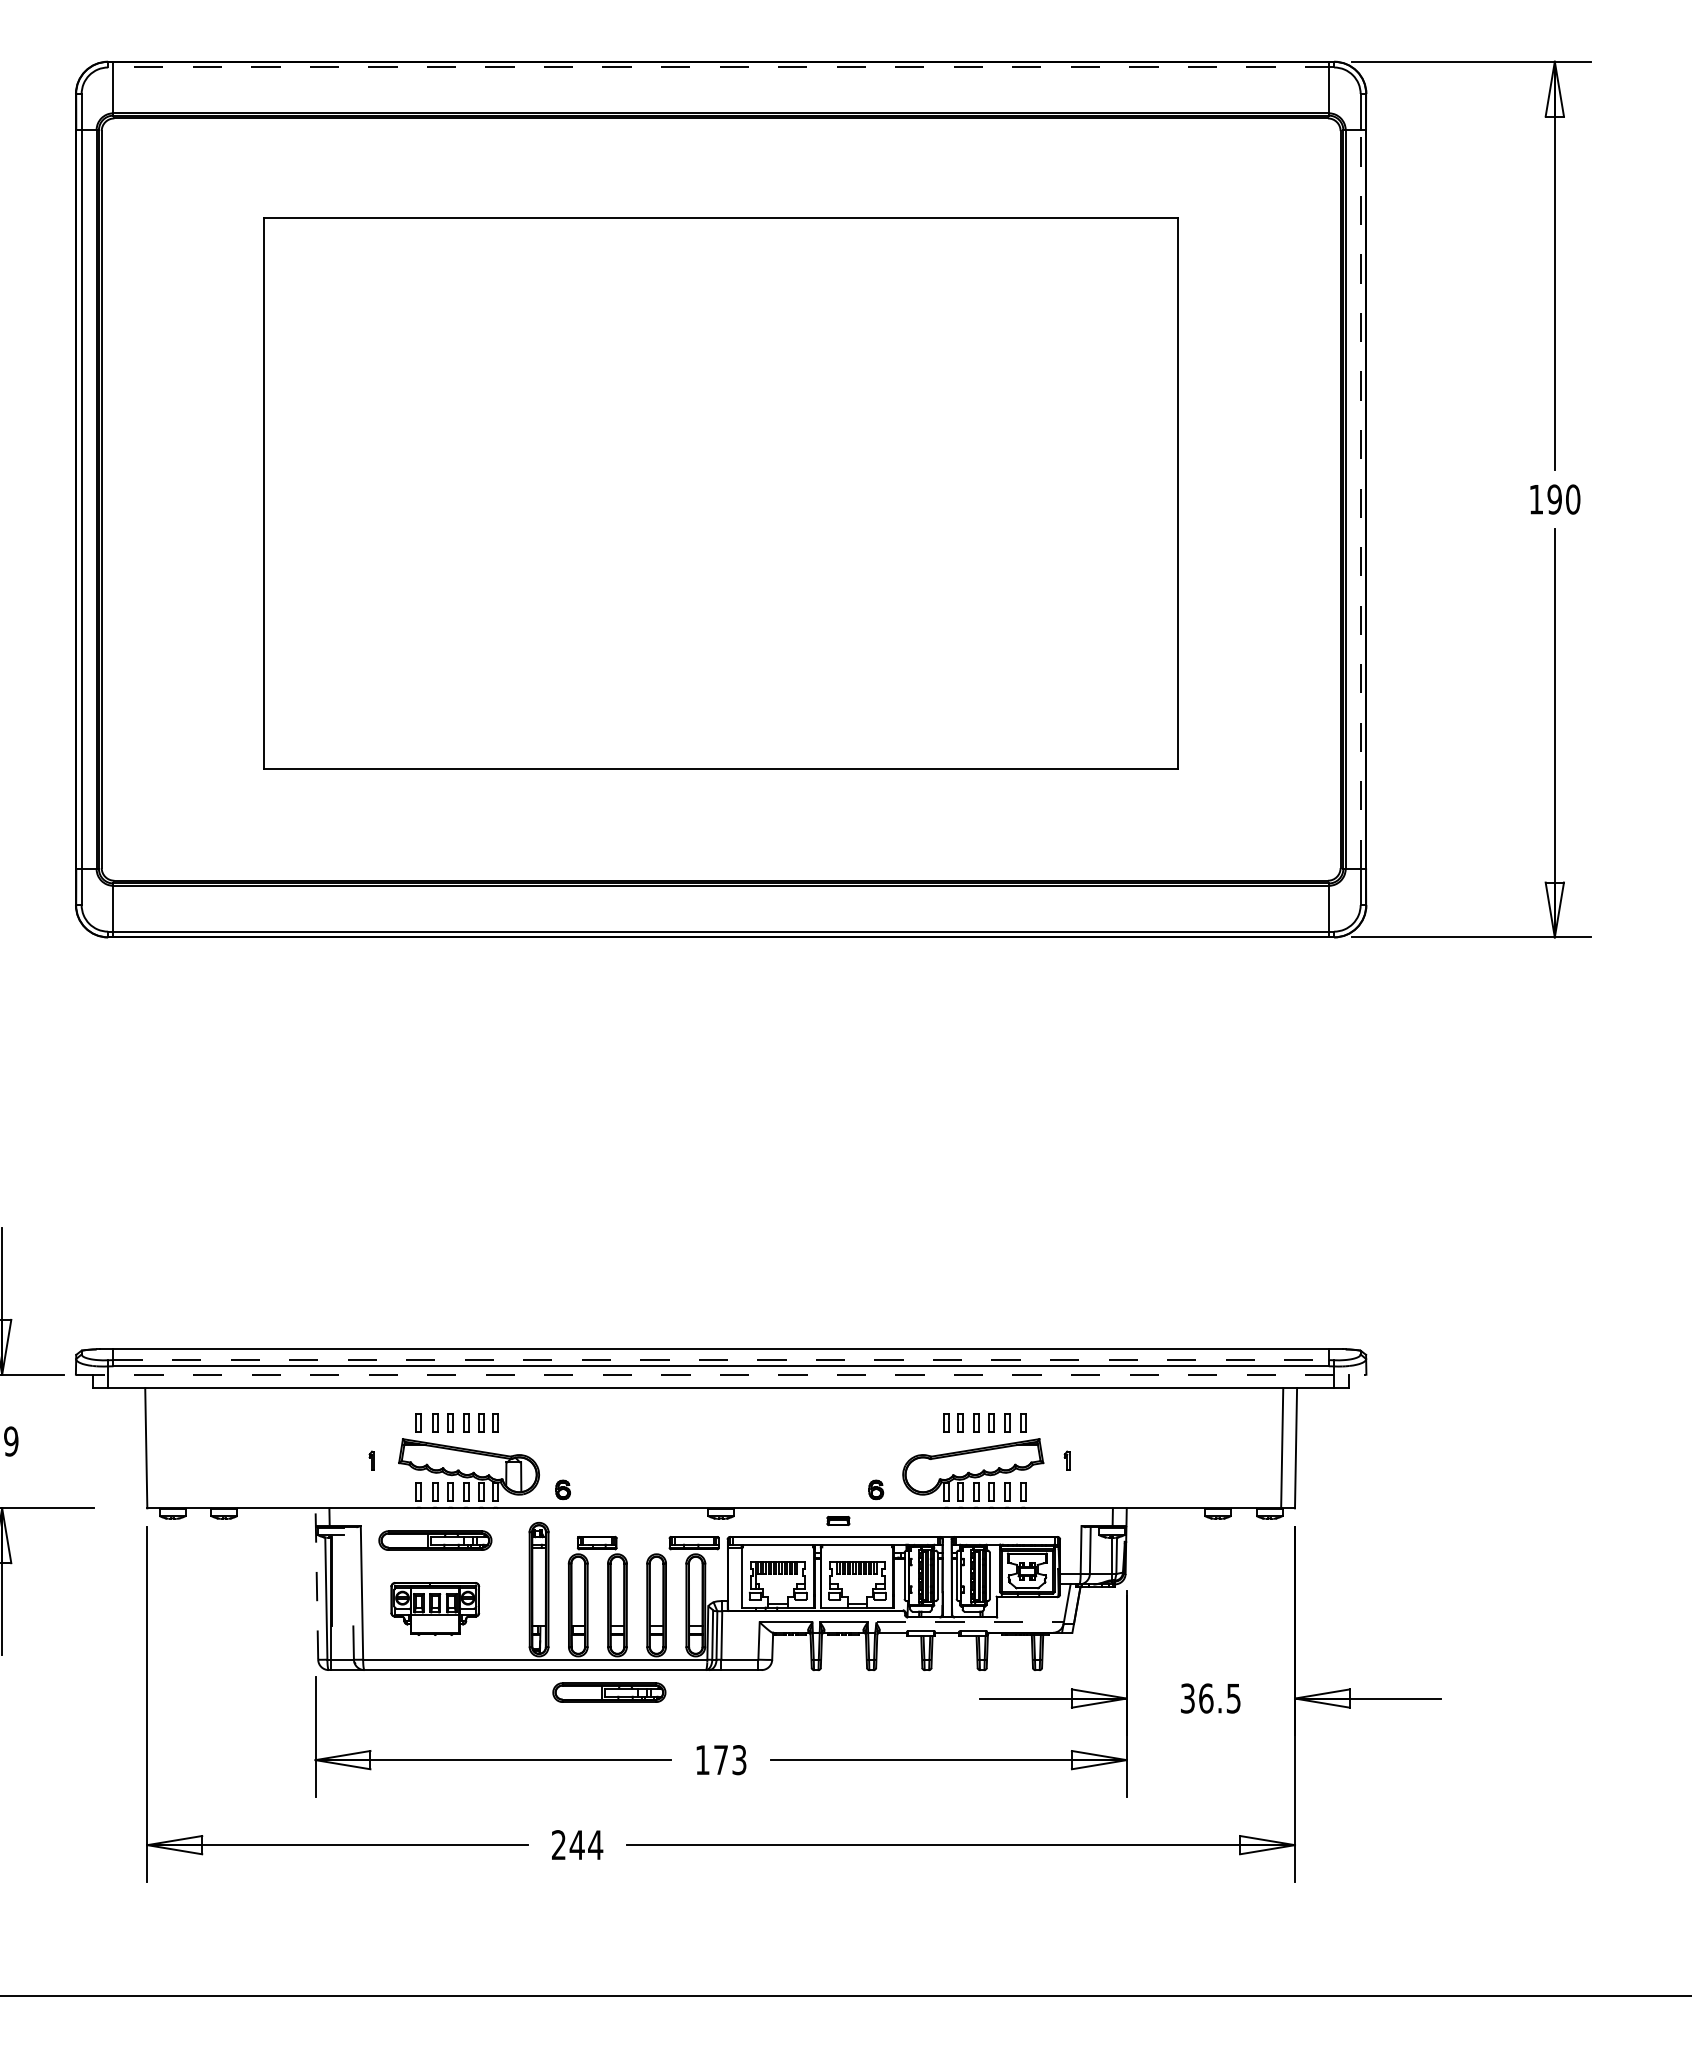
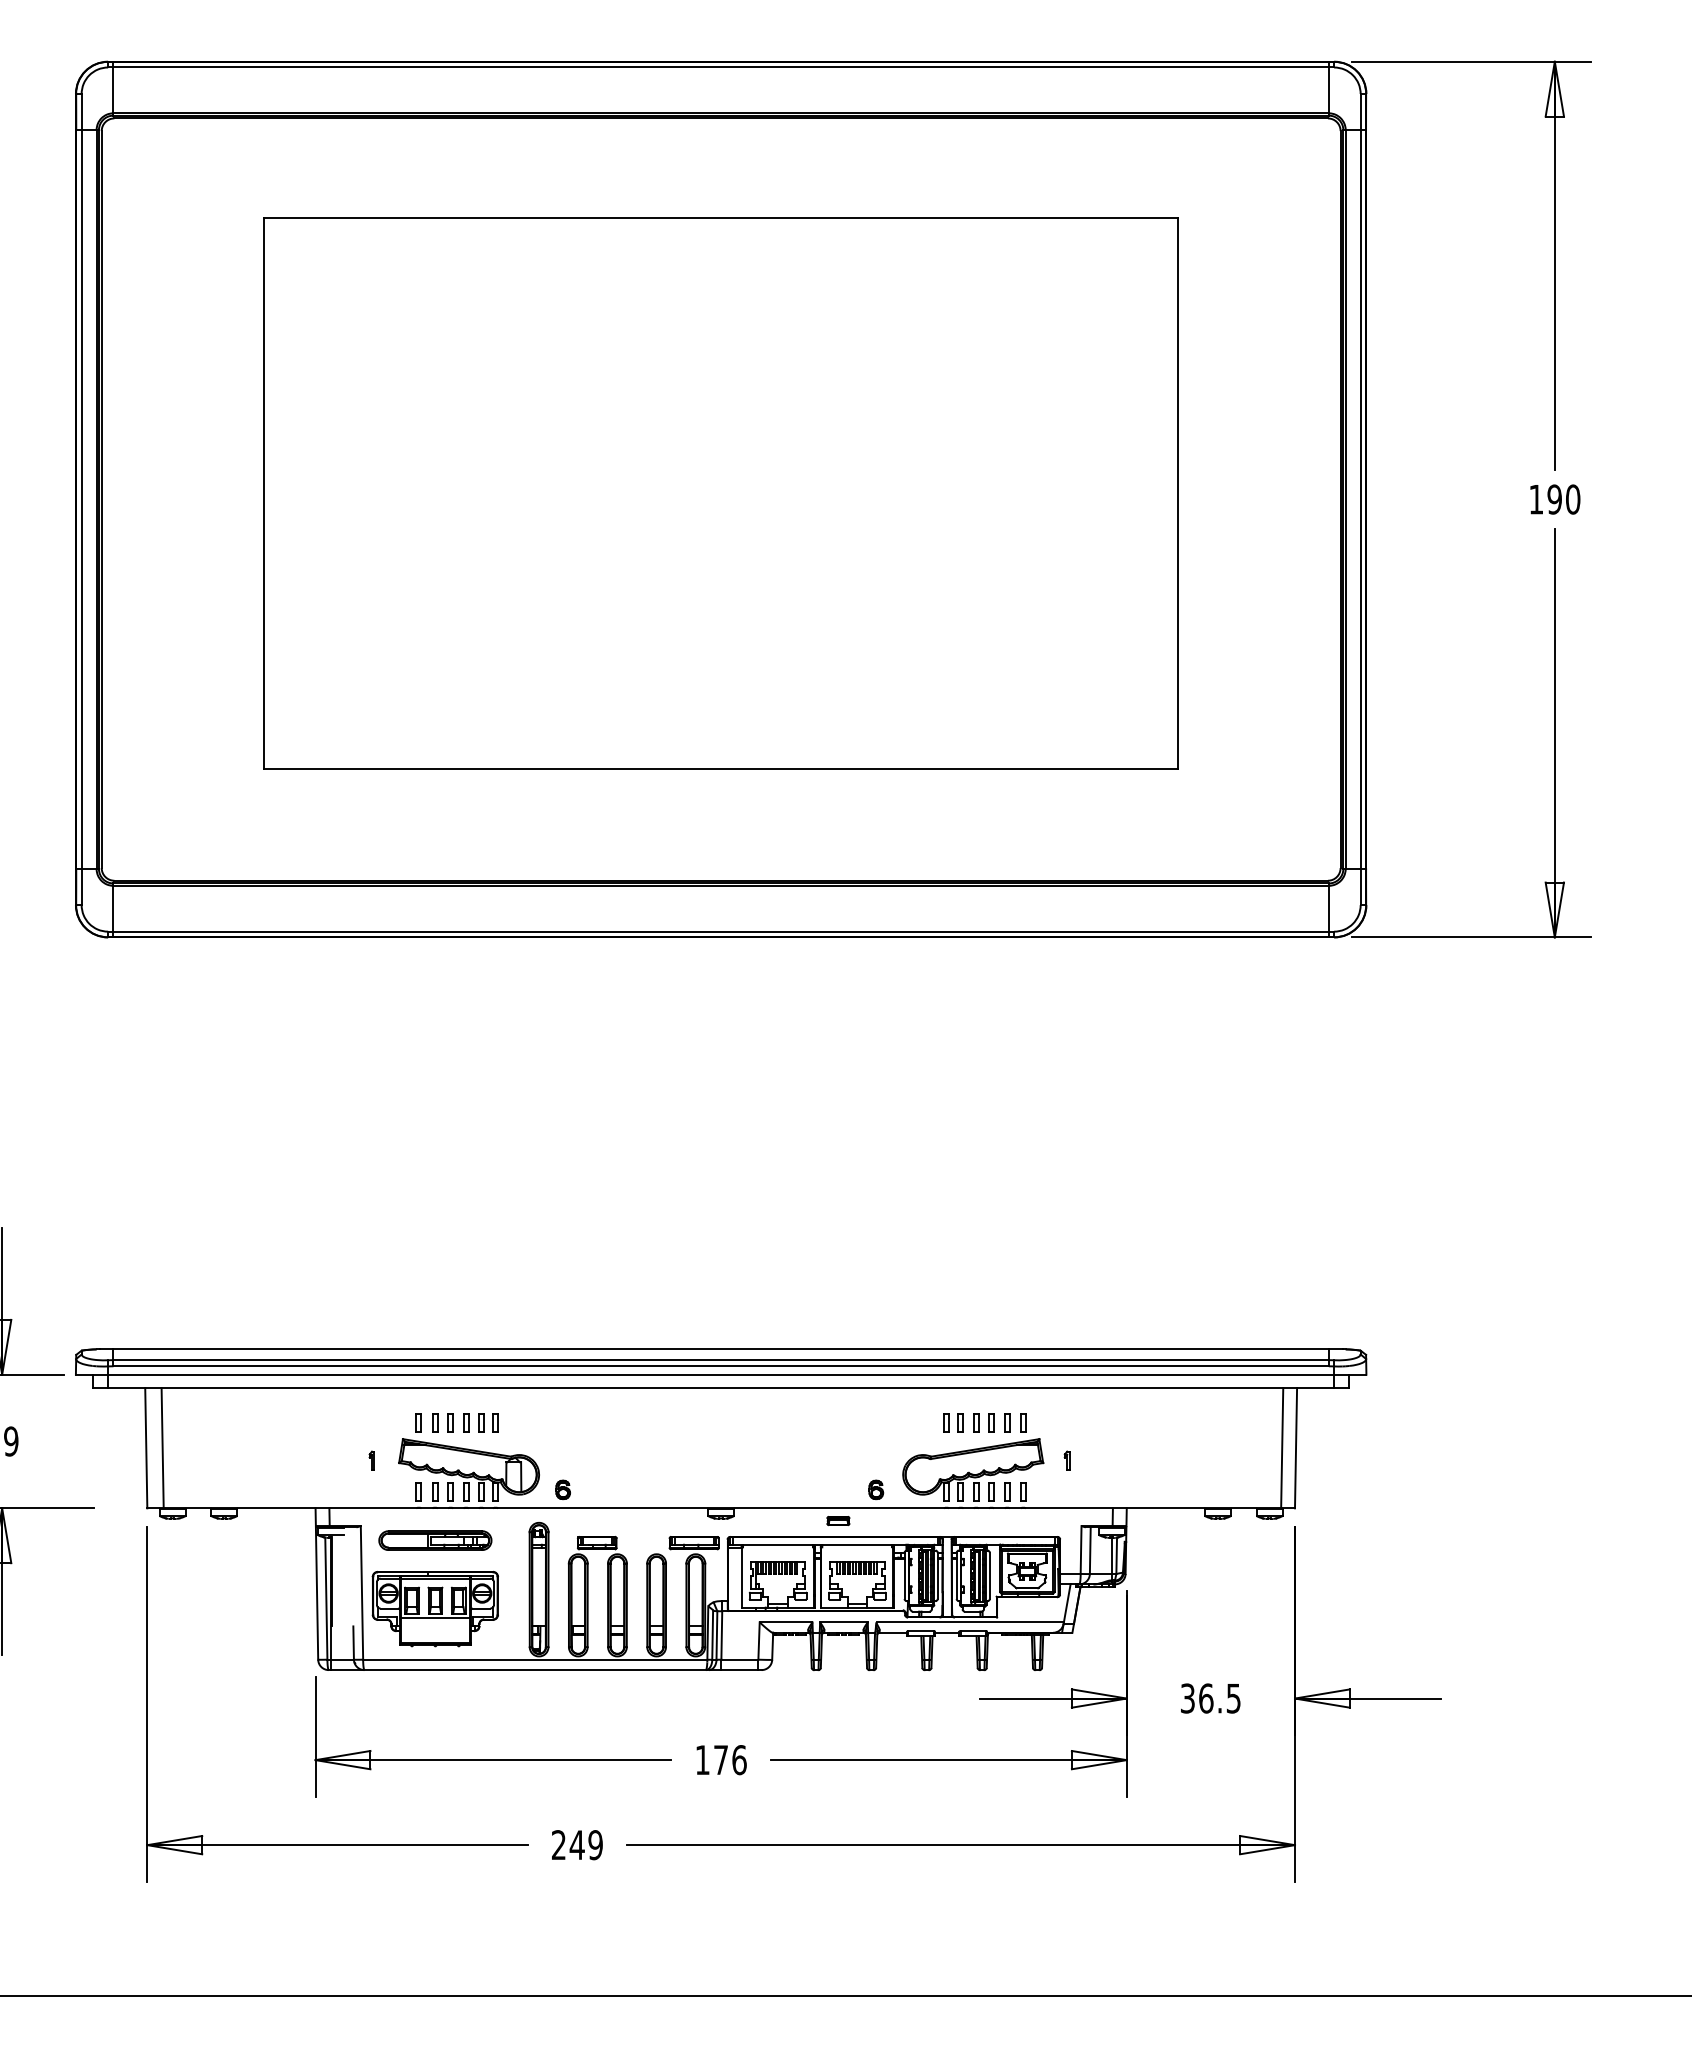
line at (721, 67): dashed -> solid
line at (1360, 499): dashed -> solid
line at (721, 1360): dashed -> solid
line at (721, 1374): dashed -> solid
line at (162, 1447): none -> present
line at (316, 1584): dashed -> solid
part at (435, 1608) size: 91x54 px -> 128x78 px
line at (970, 1622): dashed -> solid
part at (609, 1692): present -> none
text at (739, 1760): 173 -> 176
text at (595, 1845): 244 -> 249
